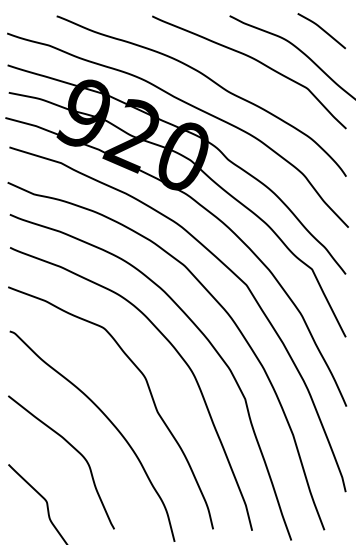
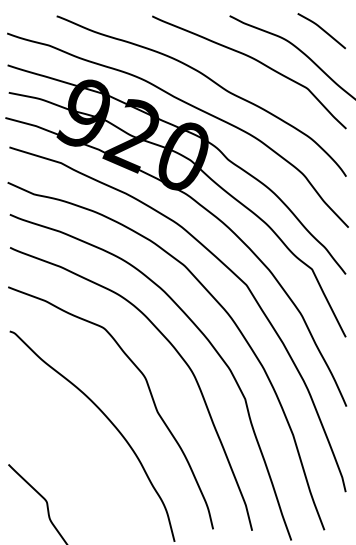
curve at (74, 449): present -> none
